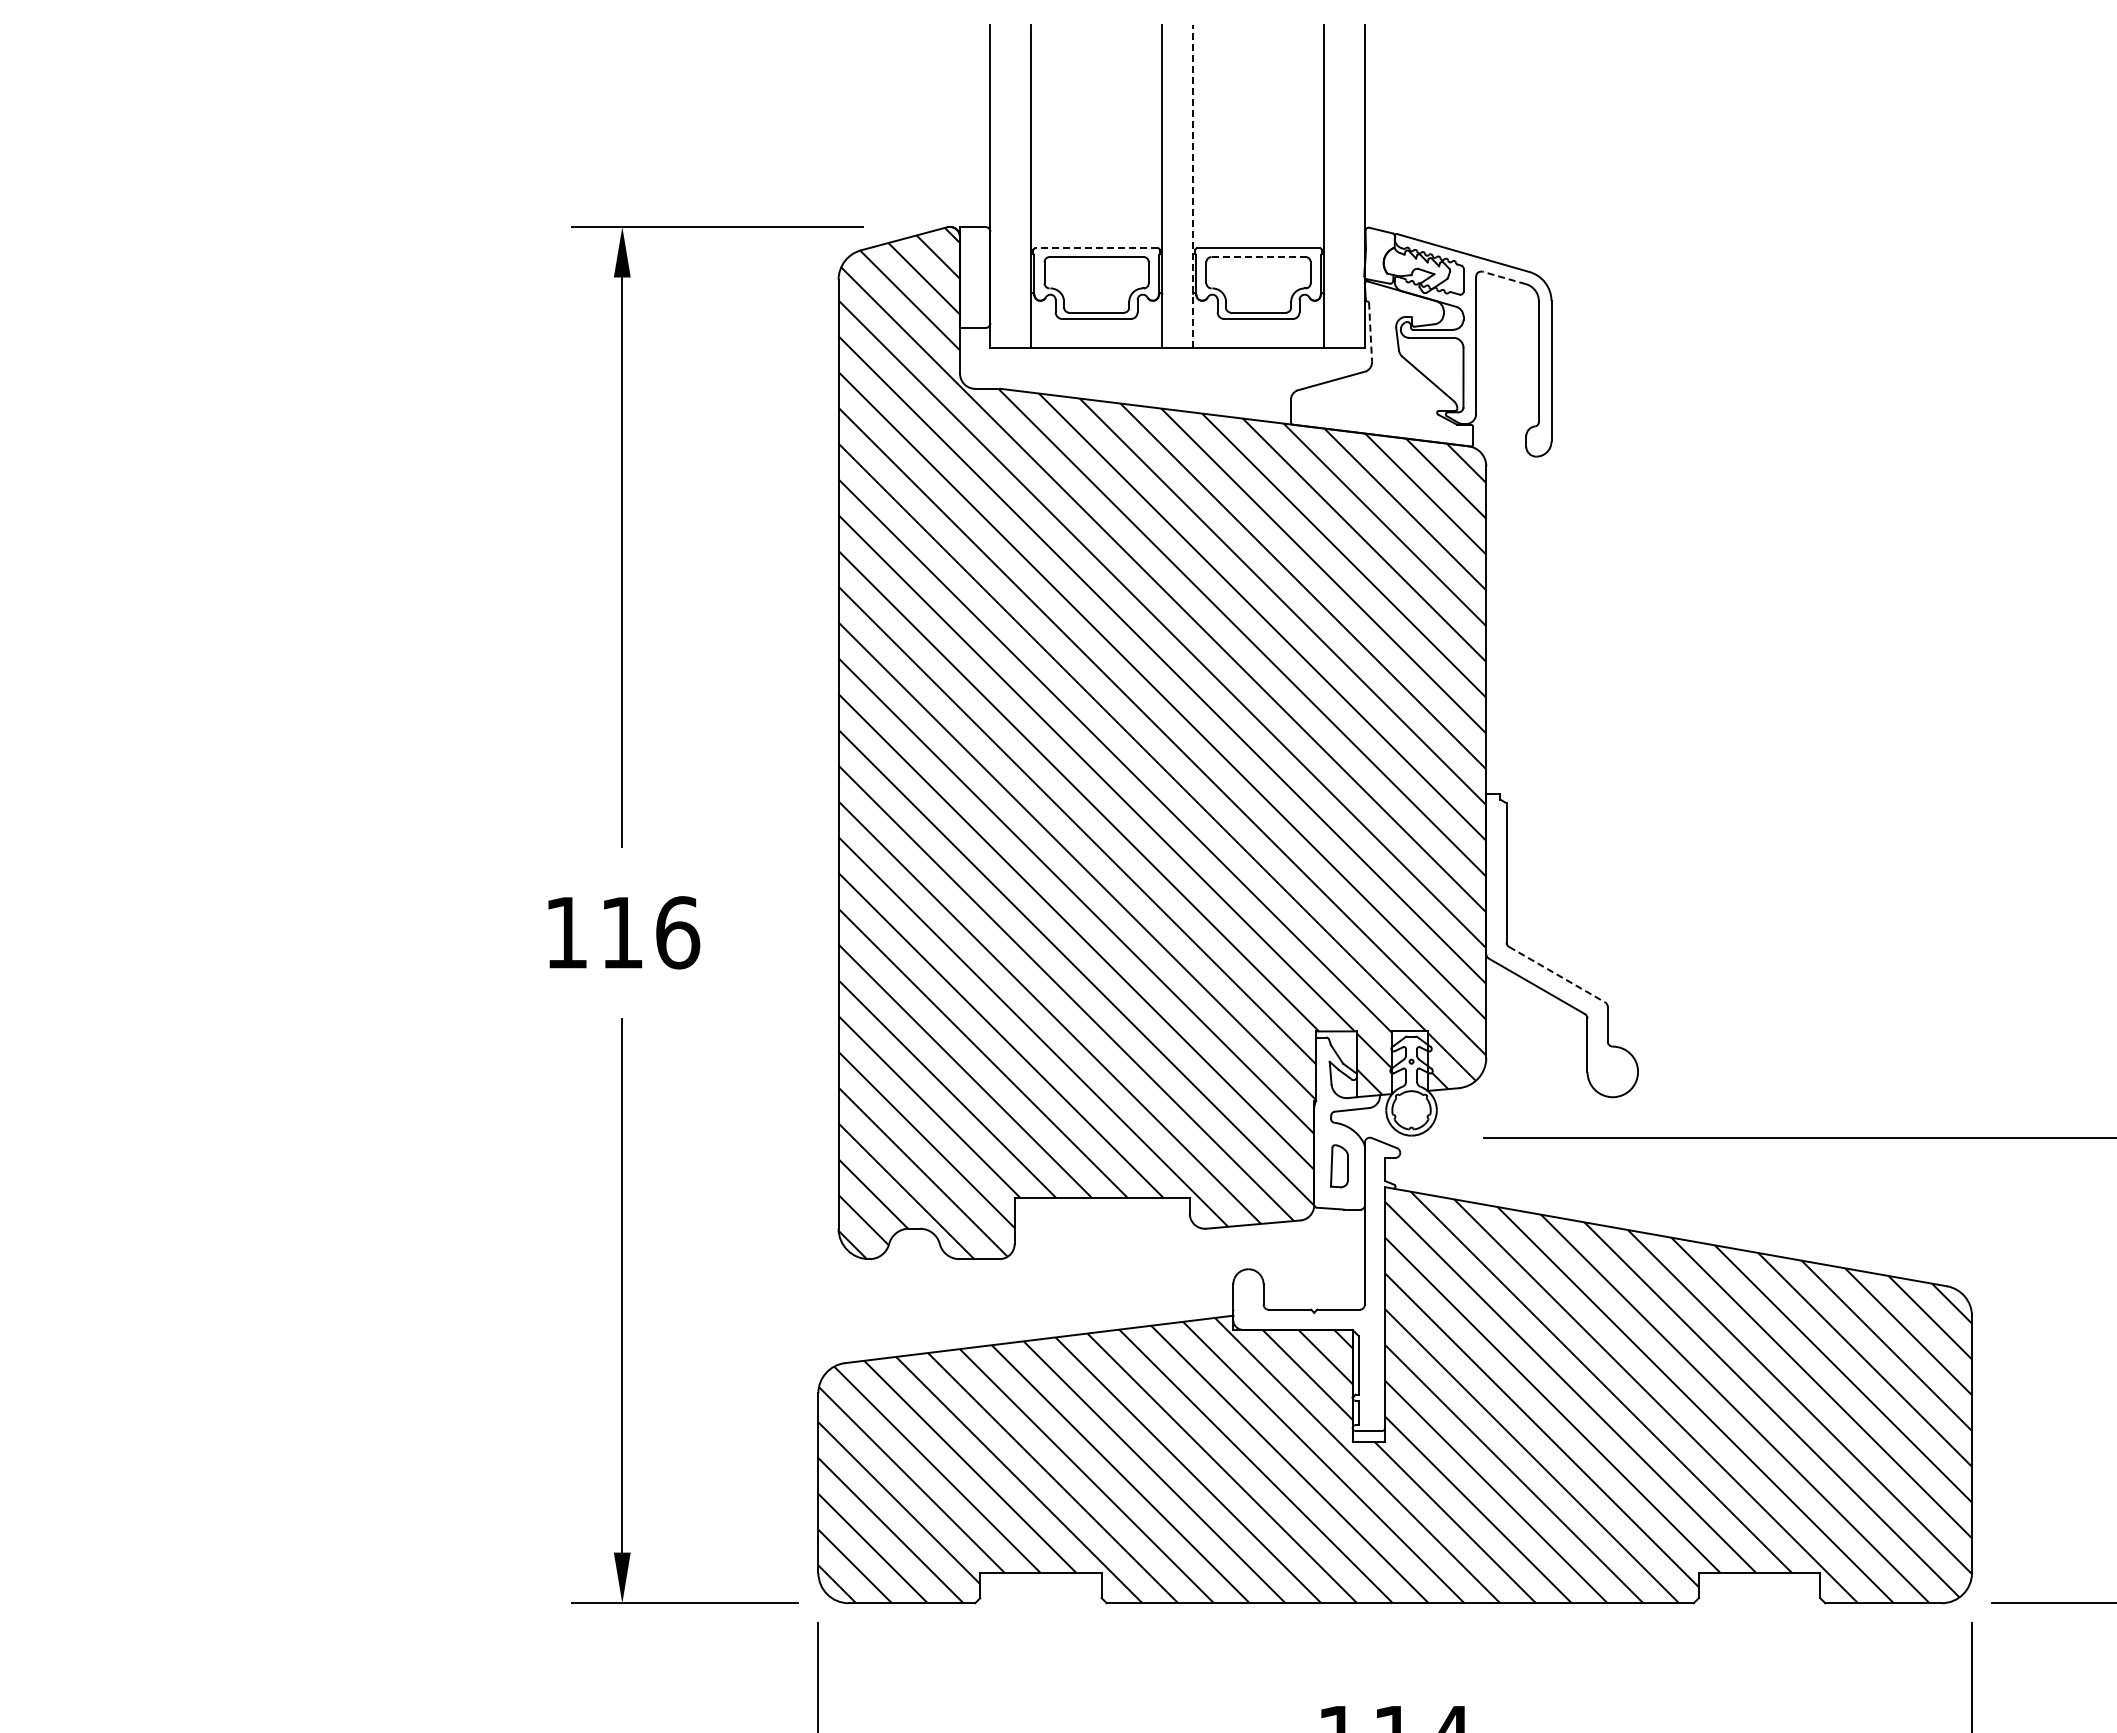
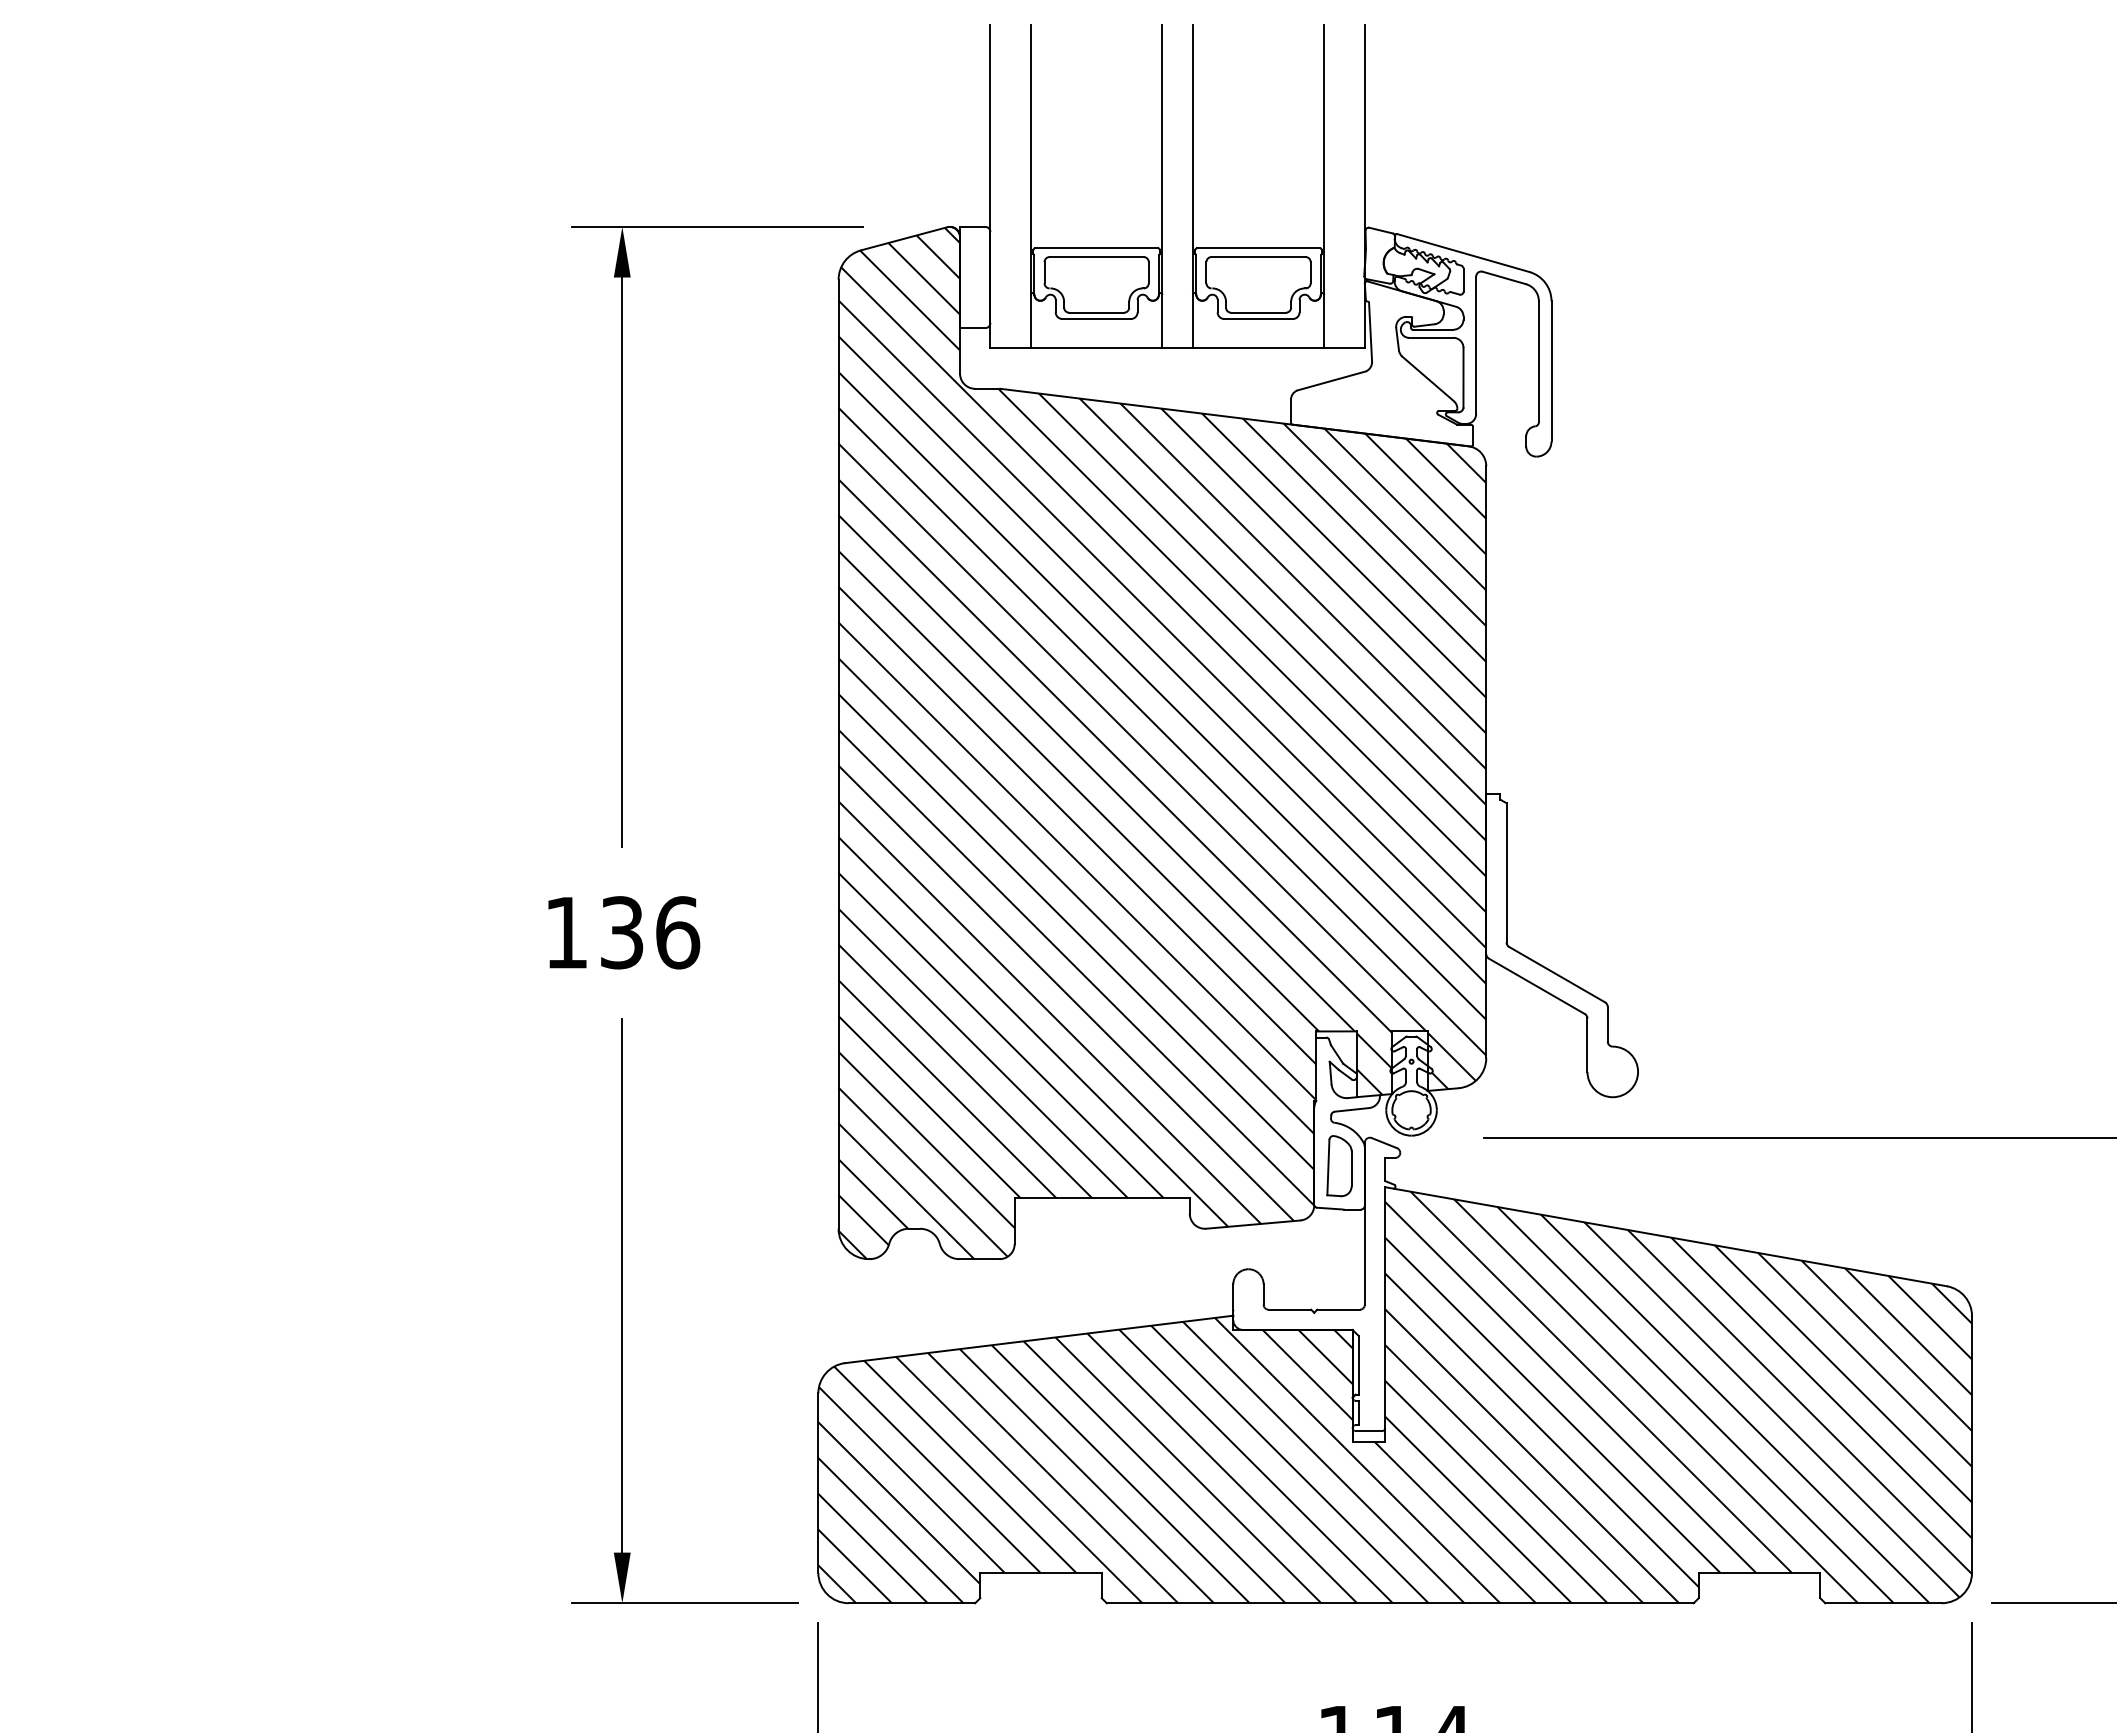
line at (1192, 186): dashed -> solid
line at (1096, 248): dashed -> solid
line at (1259, 257): dashed -> solid
line at (1504, 277): dashed -> solid
line at (1370, 332): dashed -> solid
text at (622, 932): 116 -> 136
line at (1557, 974): dashed -> solid
part at (1339, 1166) size: 19x45 px -> 27x63 px
